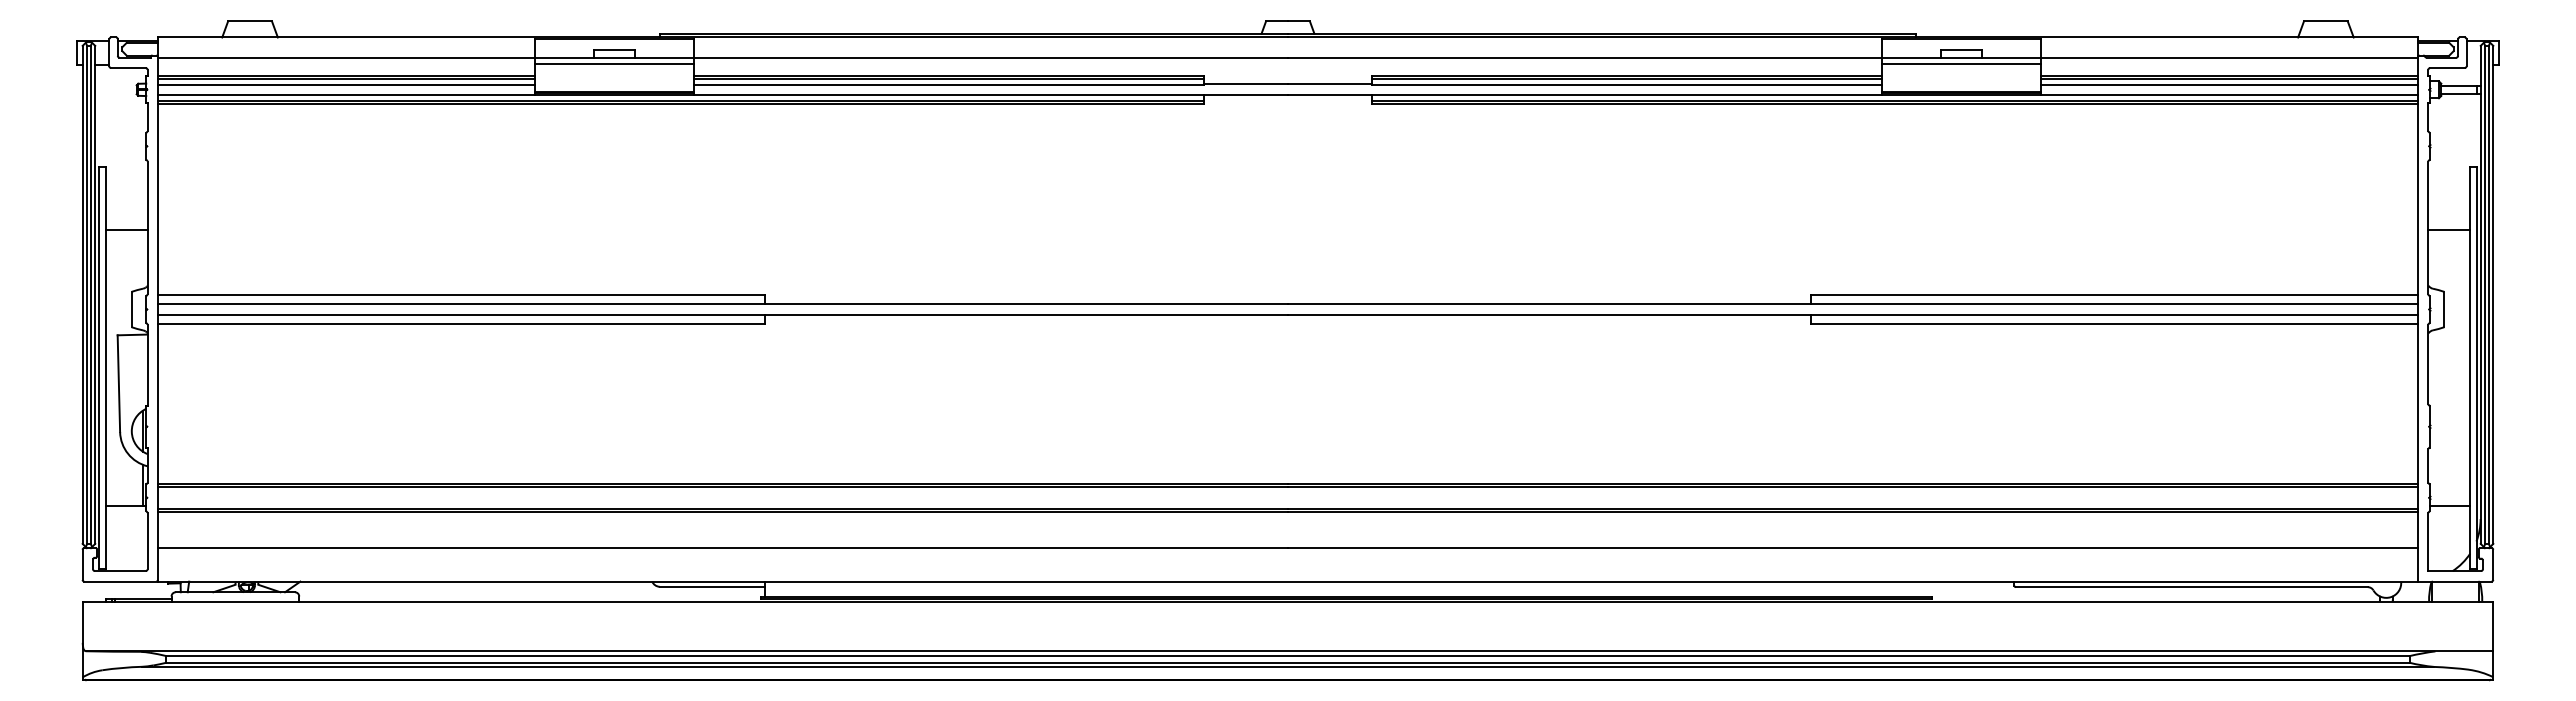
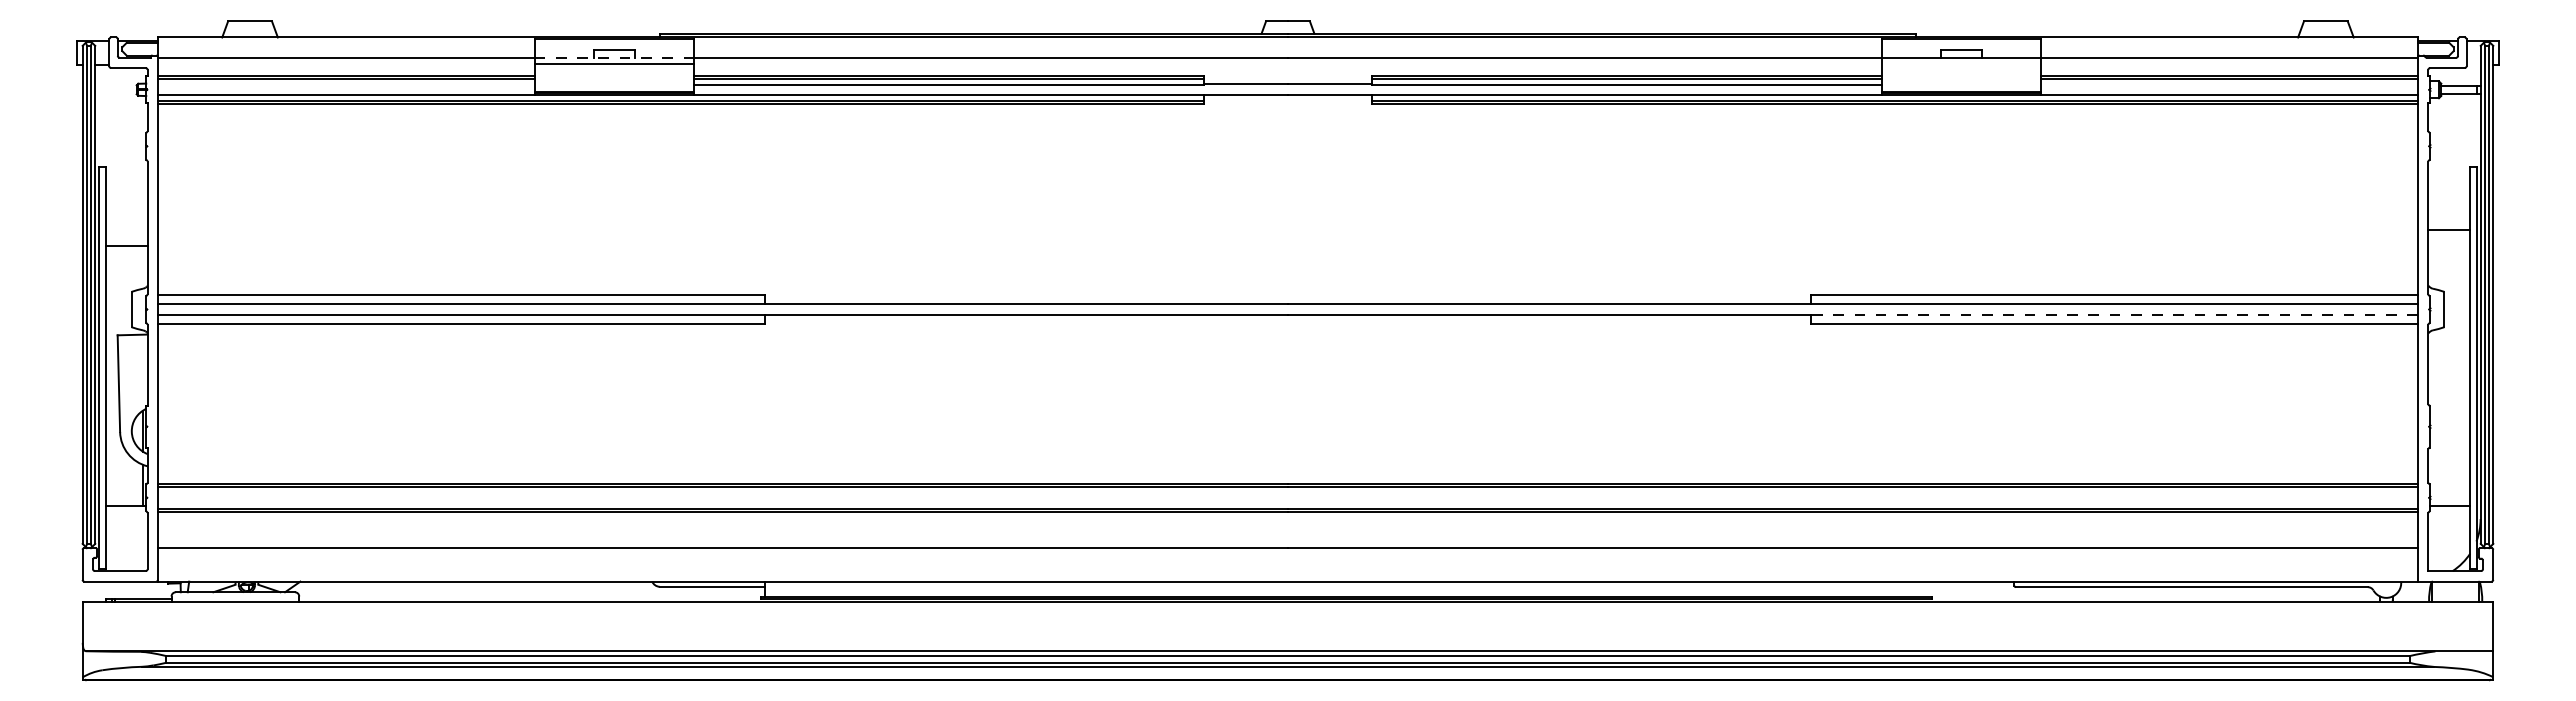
line at (614, 57): solid -> dashed
line at (1961, 63): present -> none
line at (345, 84): present -> none
line at (2229, 84): present -> none
line at (126, 229) position: (126, 229) -> (126, 245)
line at (2114, 314): solid -> dashed
